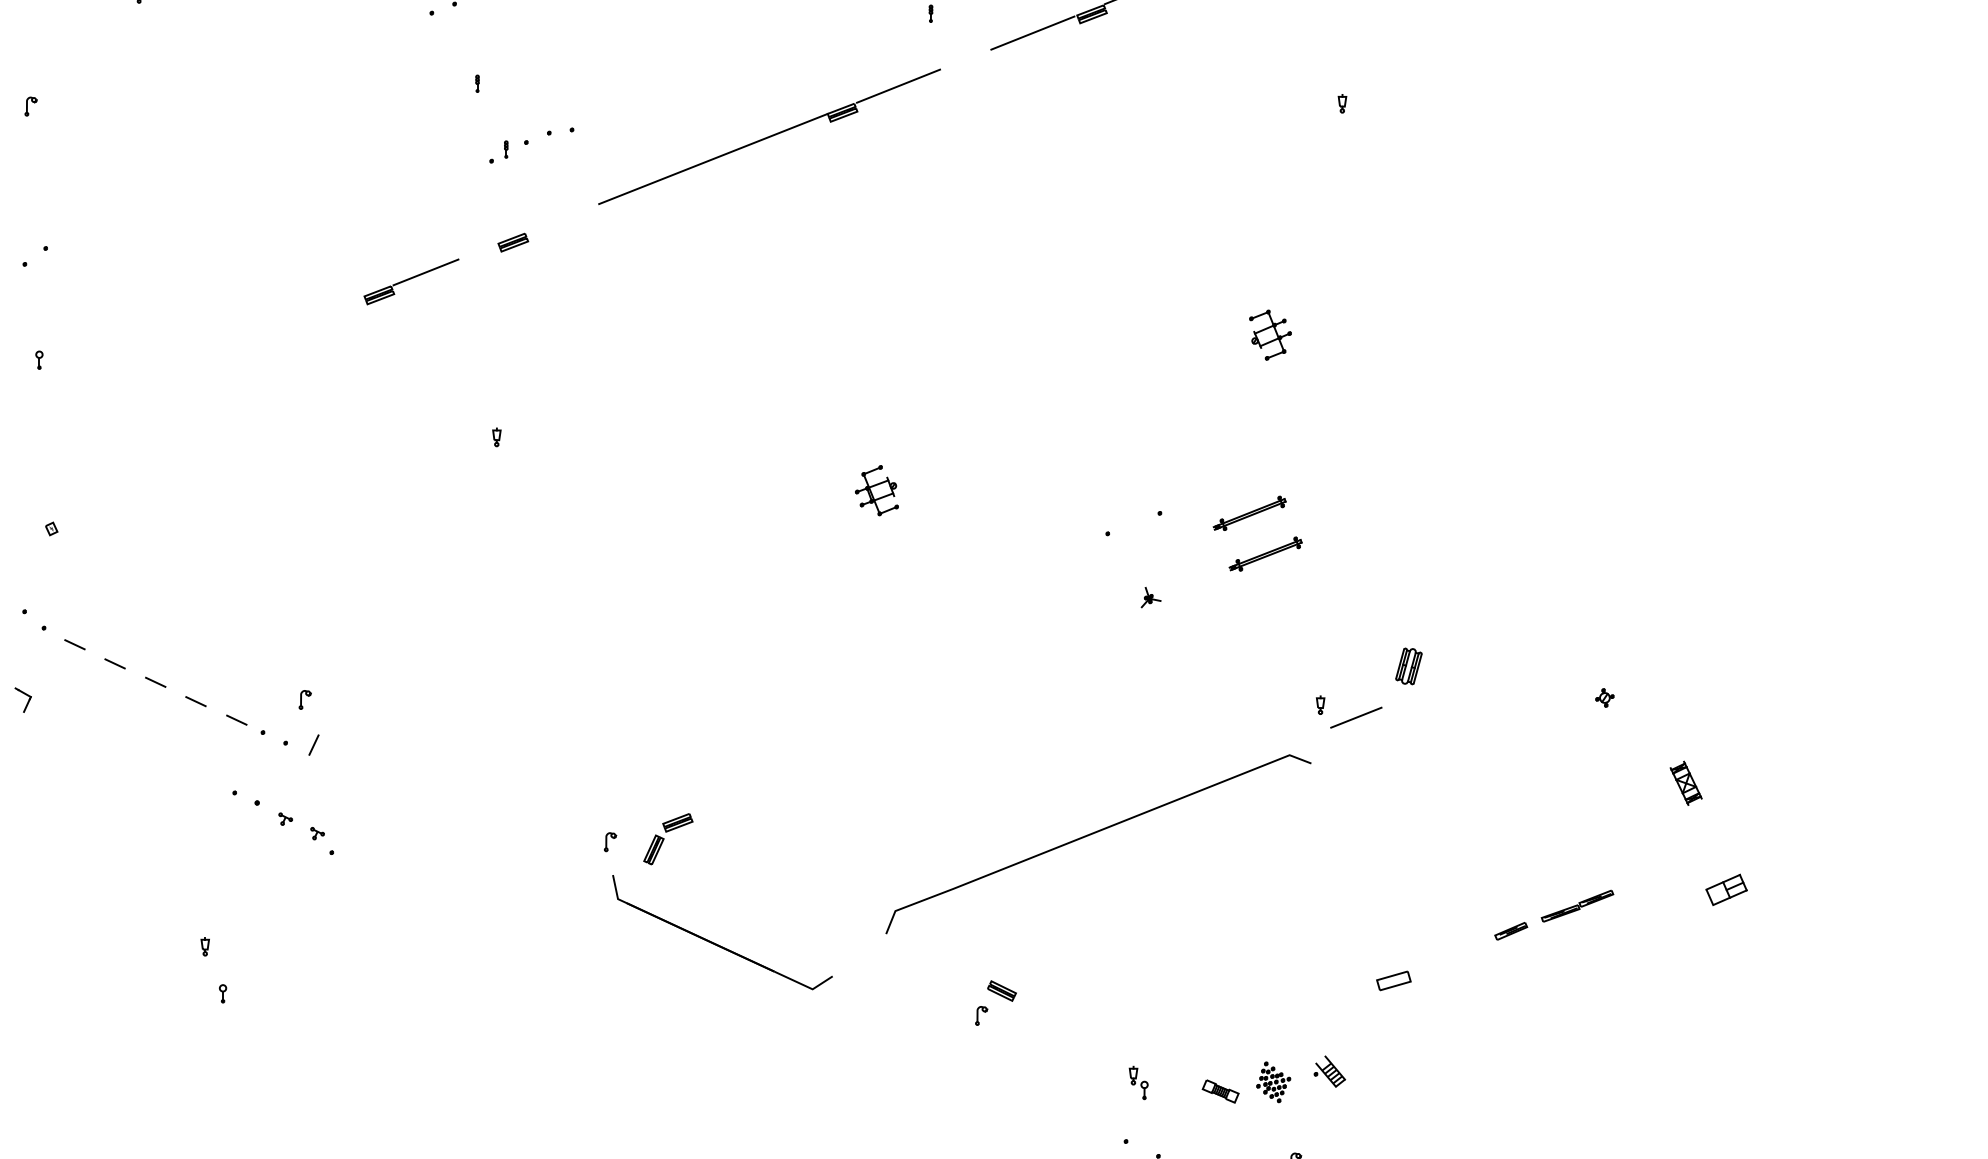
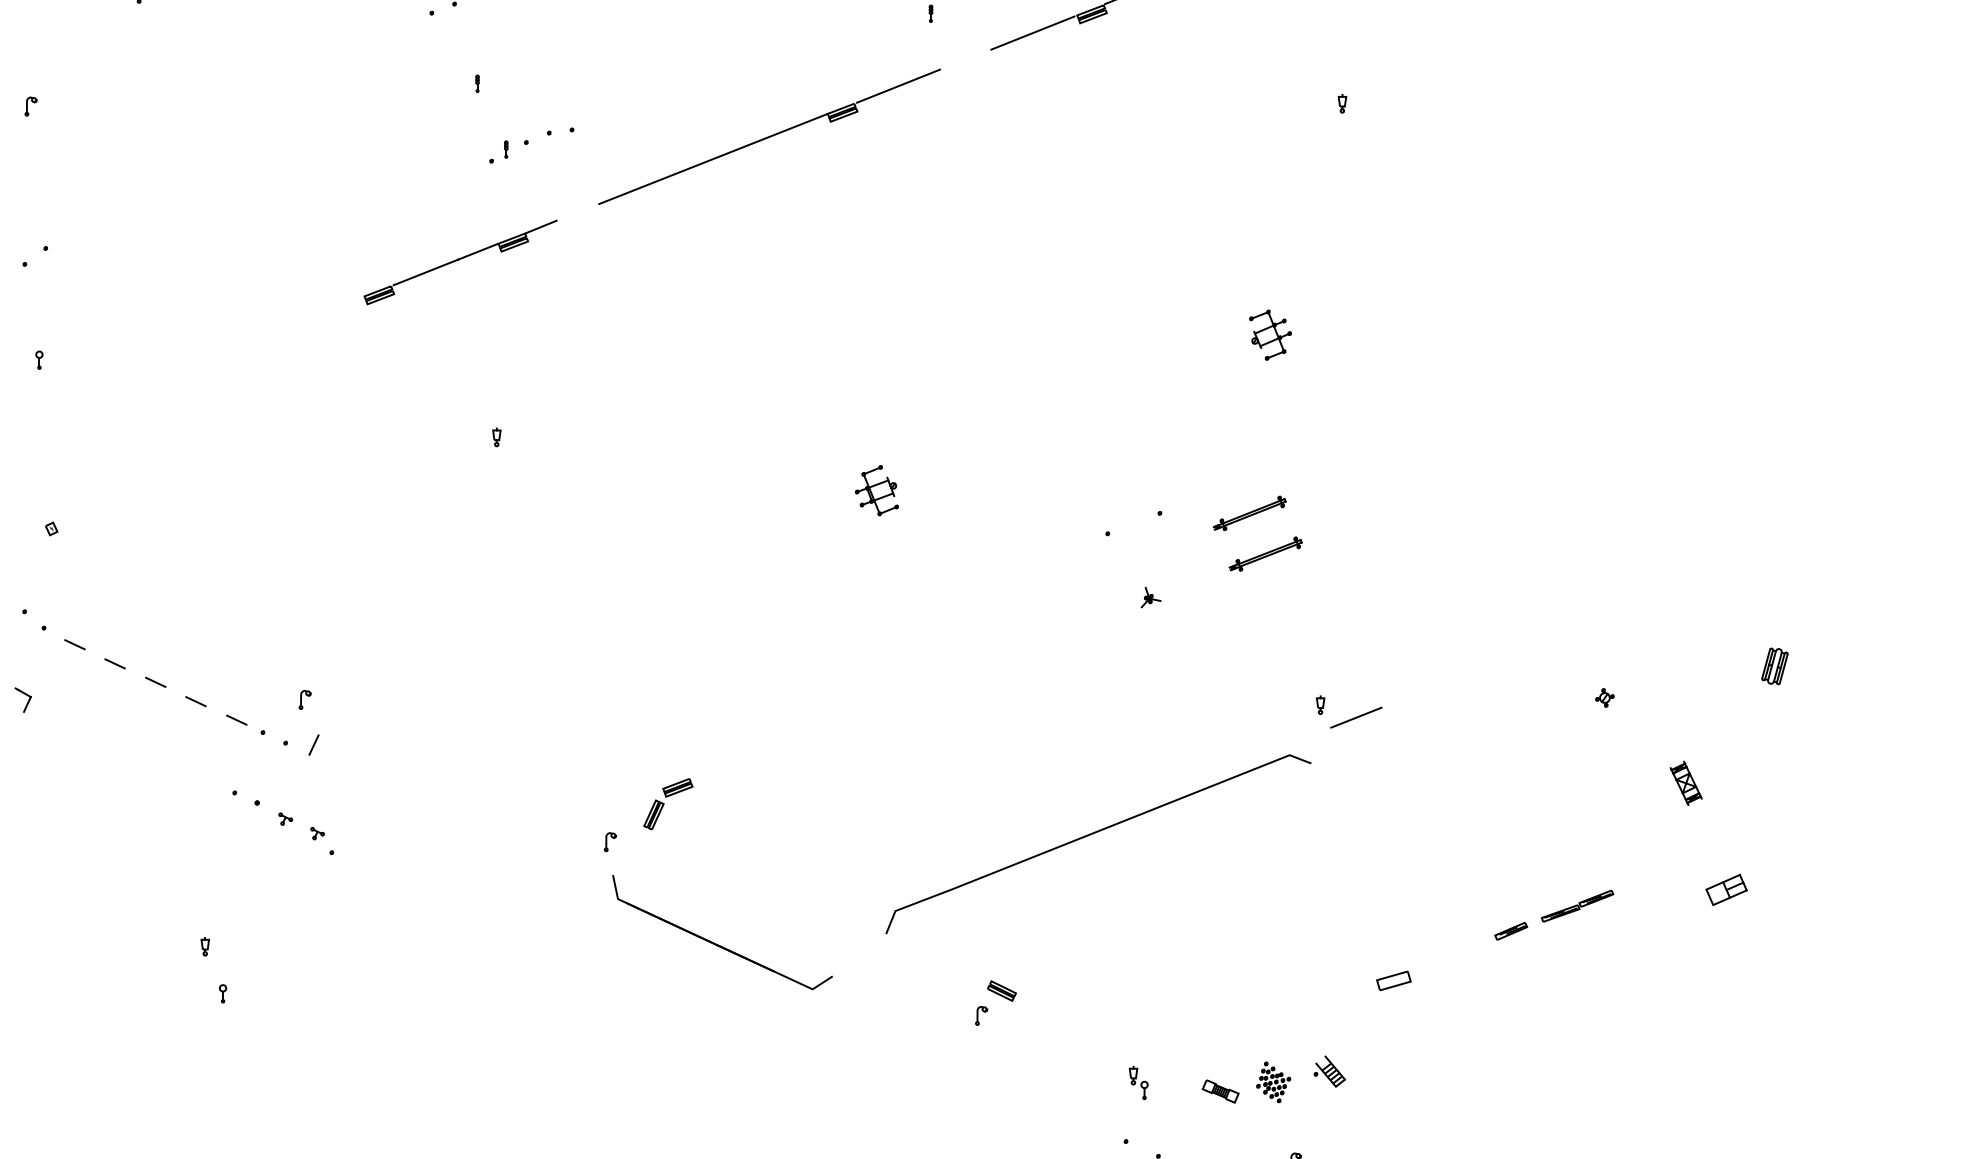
line at (540, 226): none -> present
line at (477, 251): none -> present
part at (1408, 666) position: (1408, 666) -> (1774, 666)
part at (668, 839) position: (668, 839) -> (668, 804)
